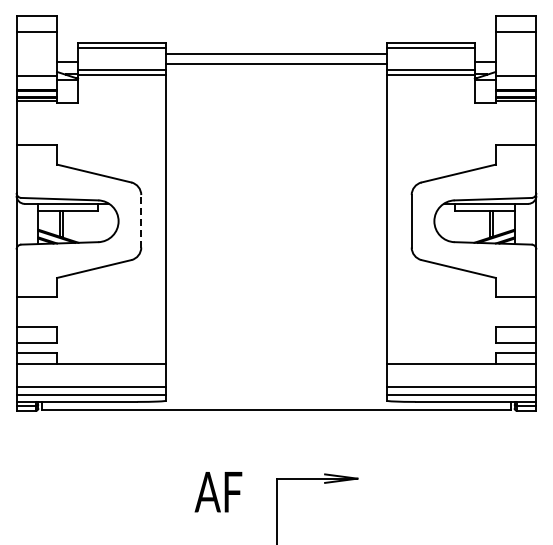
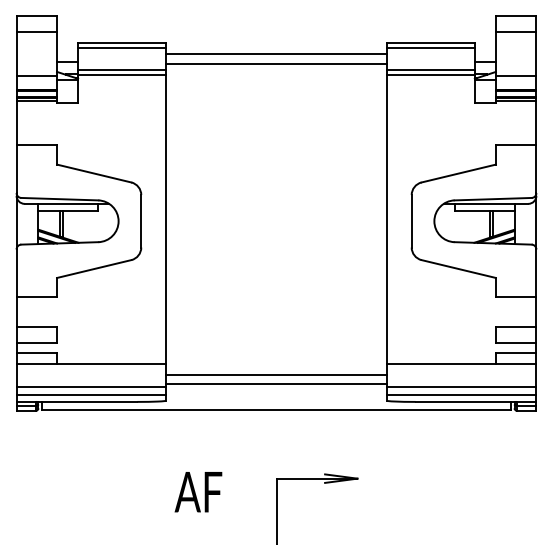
line at (141, 220): dashed -> solid
line at (276, 374): none -> present
line at (276, 384): none -> present
text at (218, 492) position: (218, 492) -> (198, 492)
